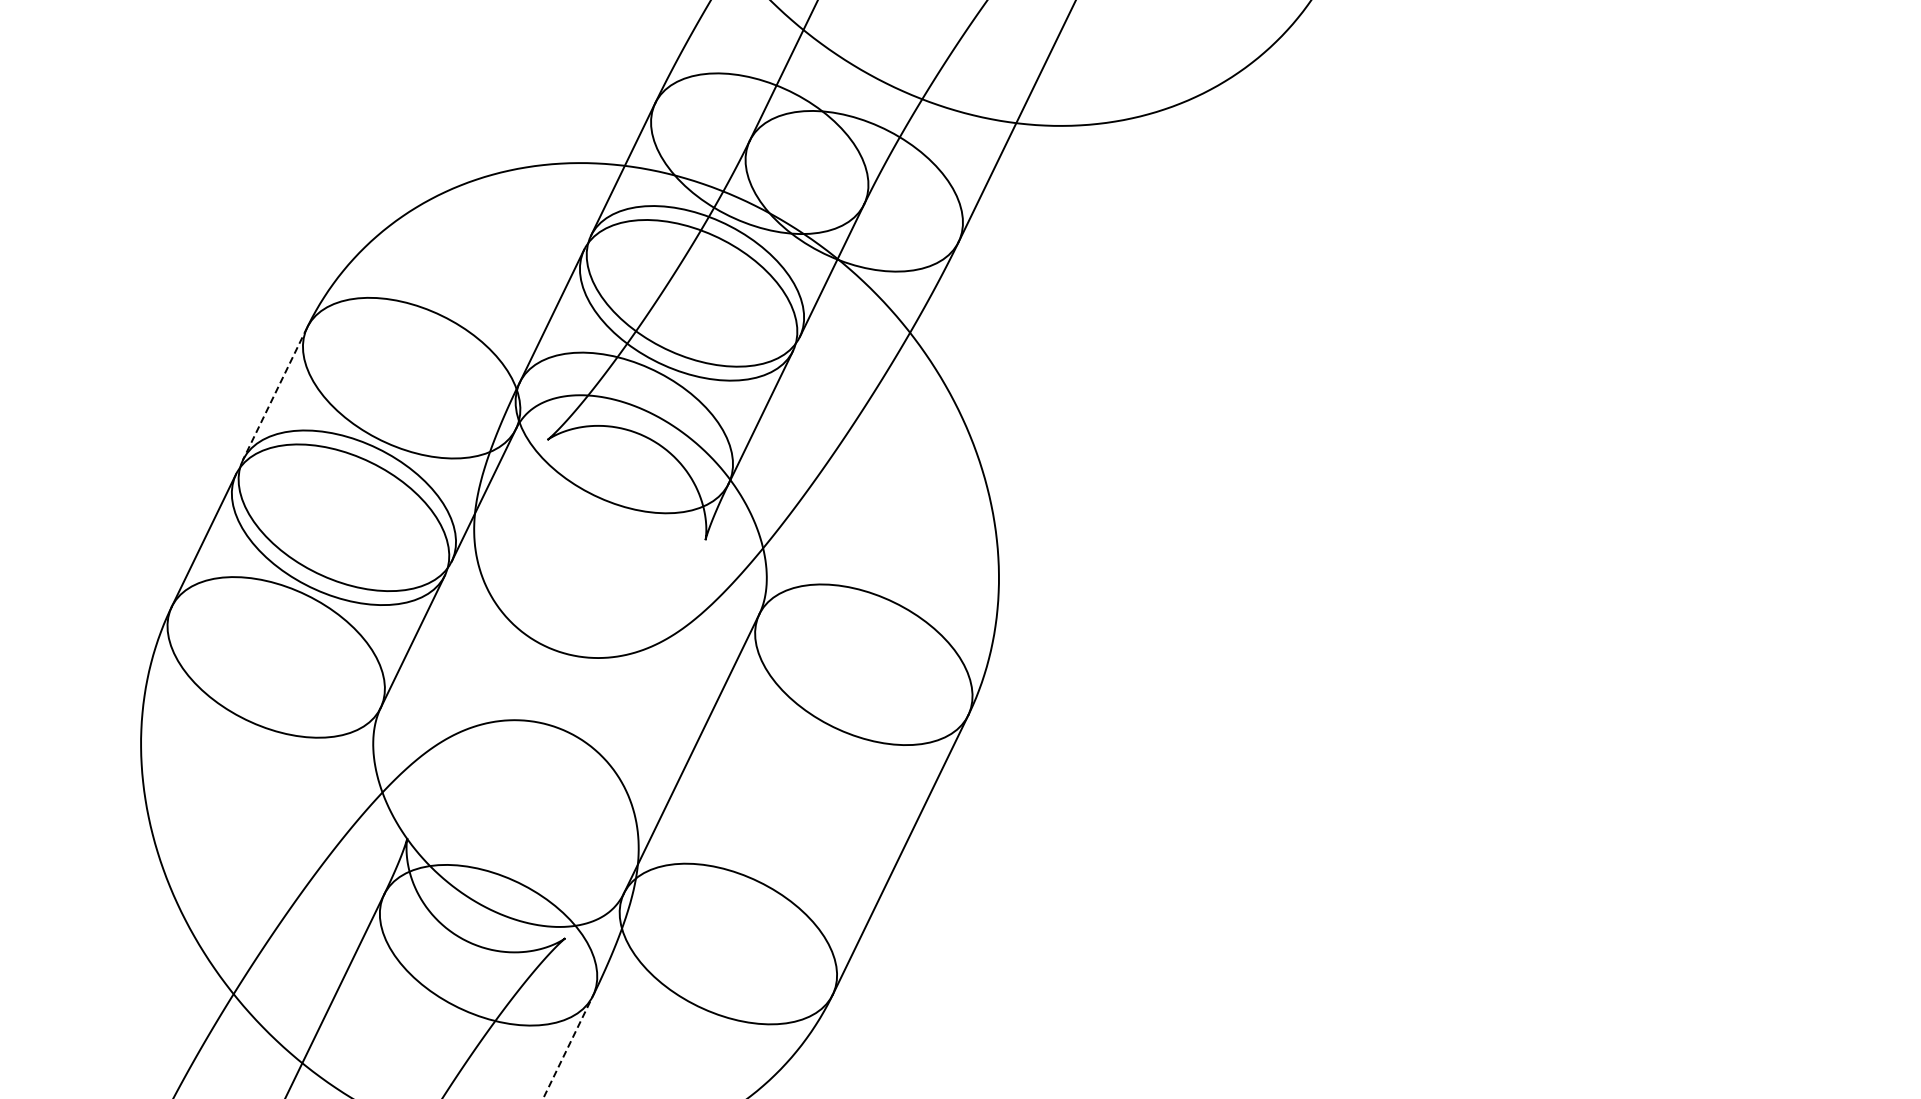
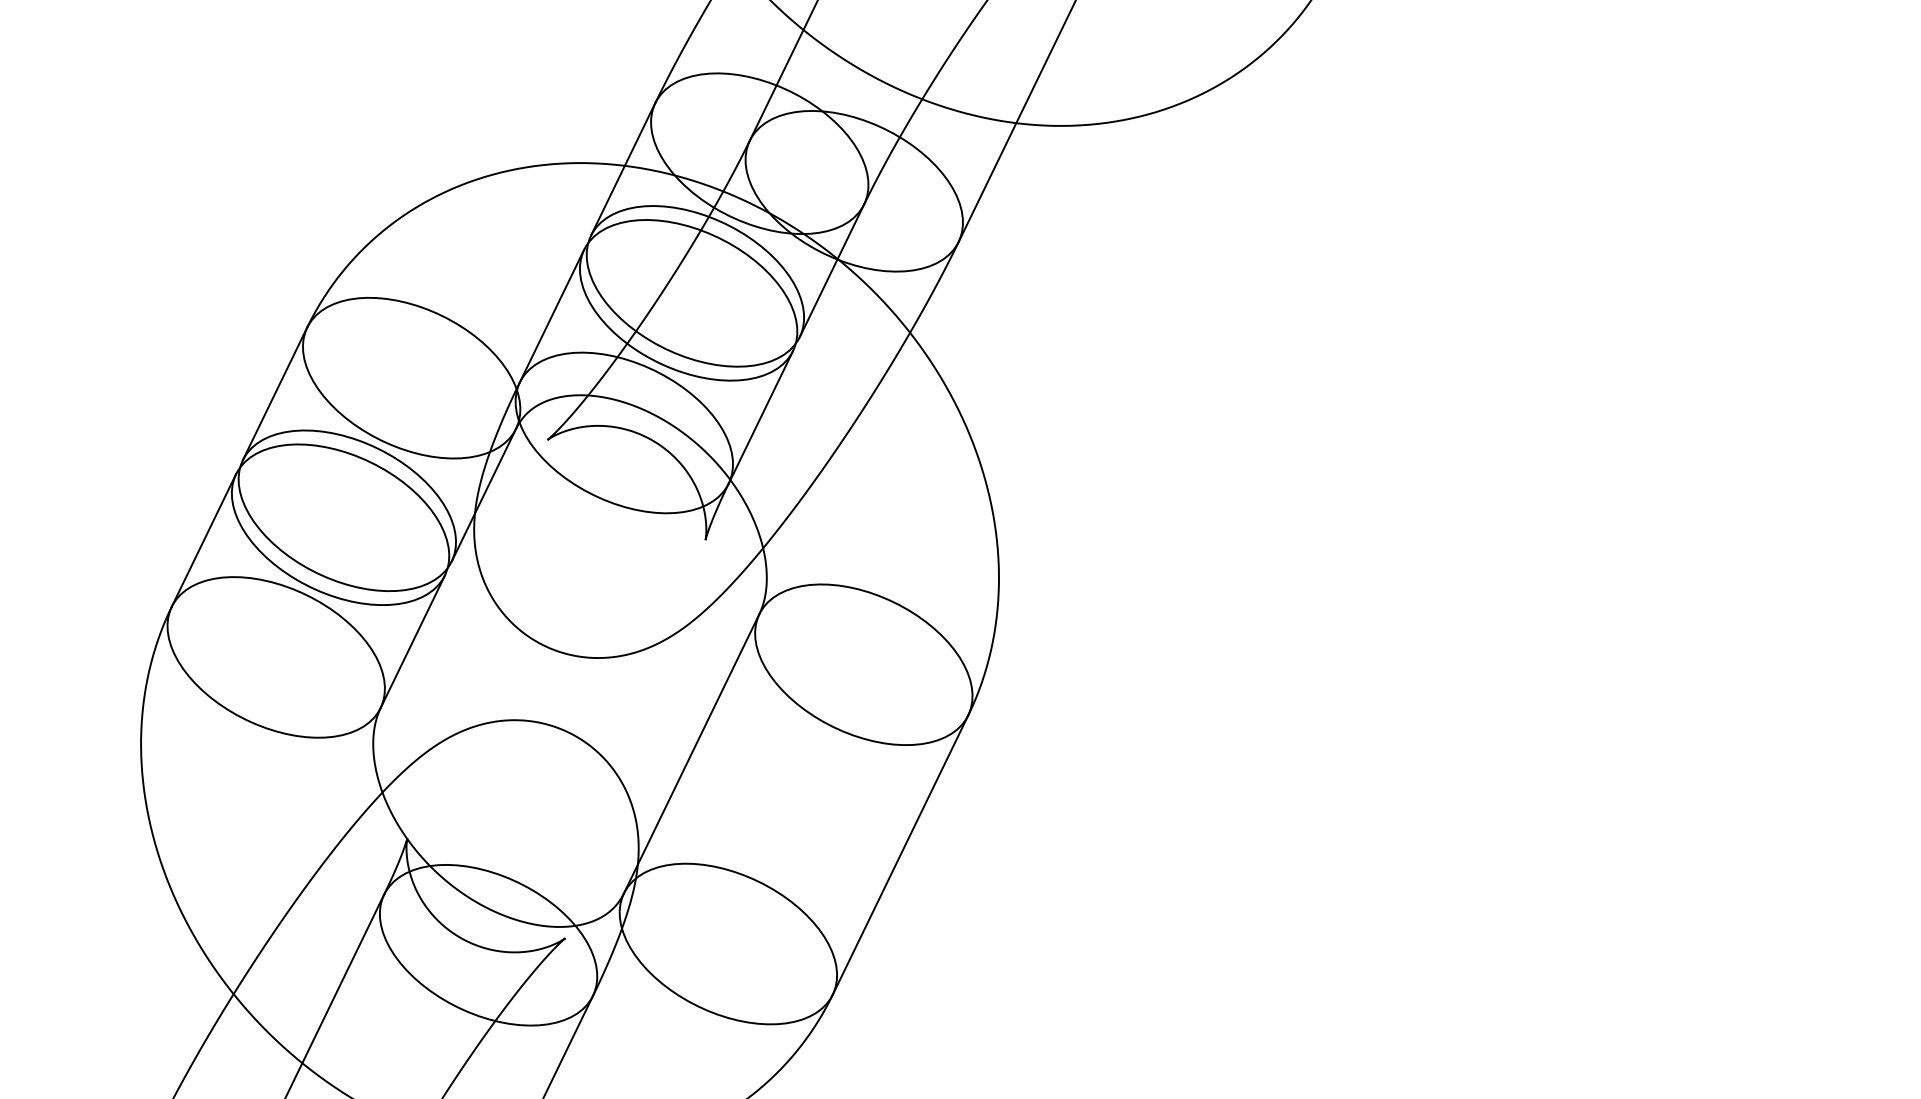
line at (275, 393): dashed -> solid
line at (568, 1047): dashed -> solid
